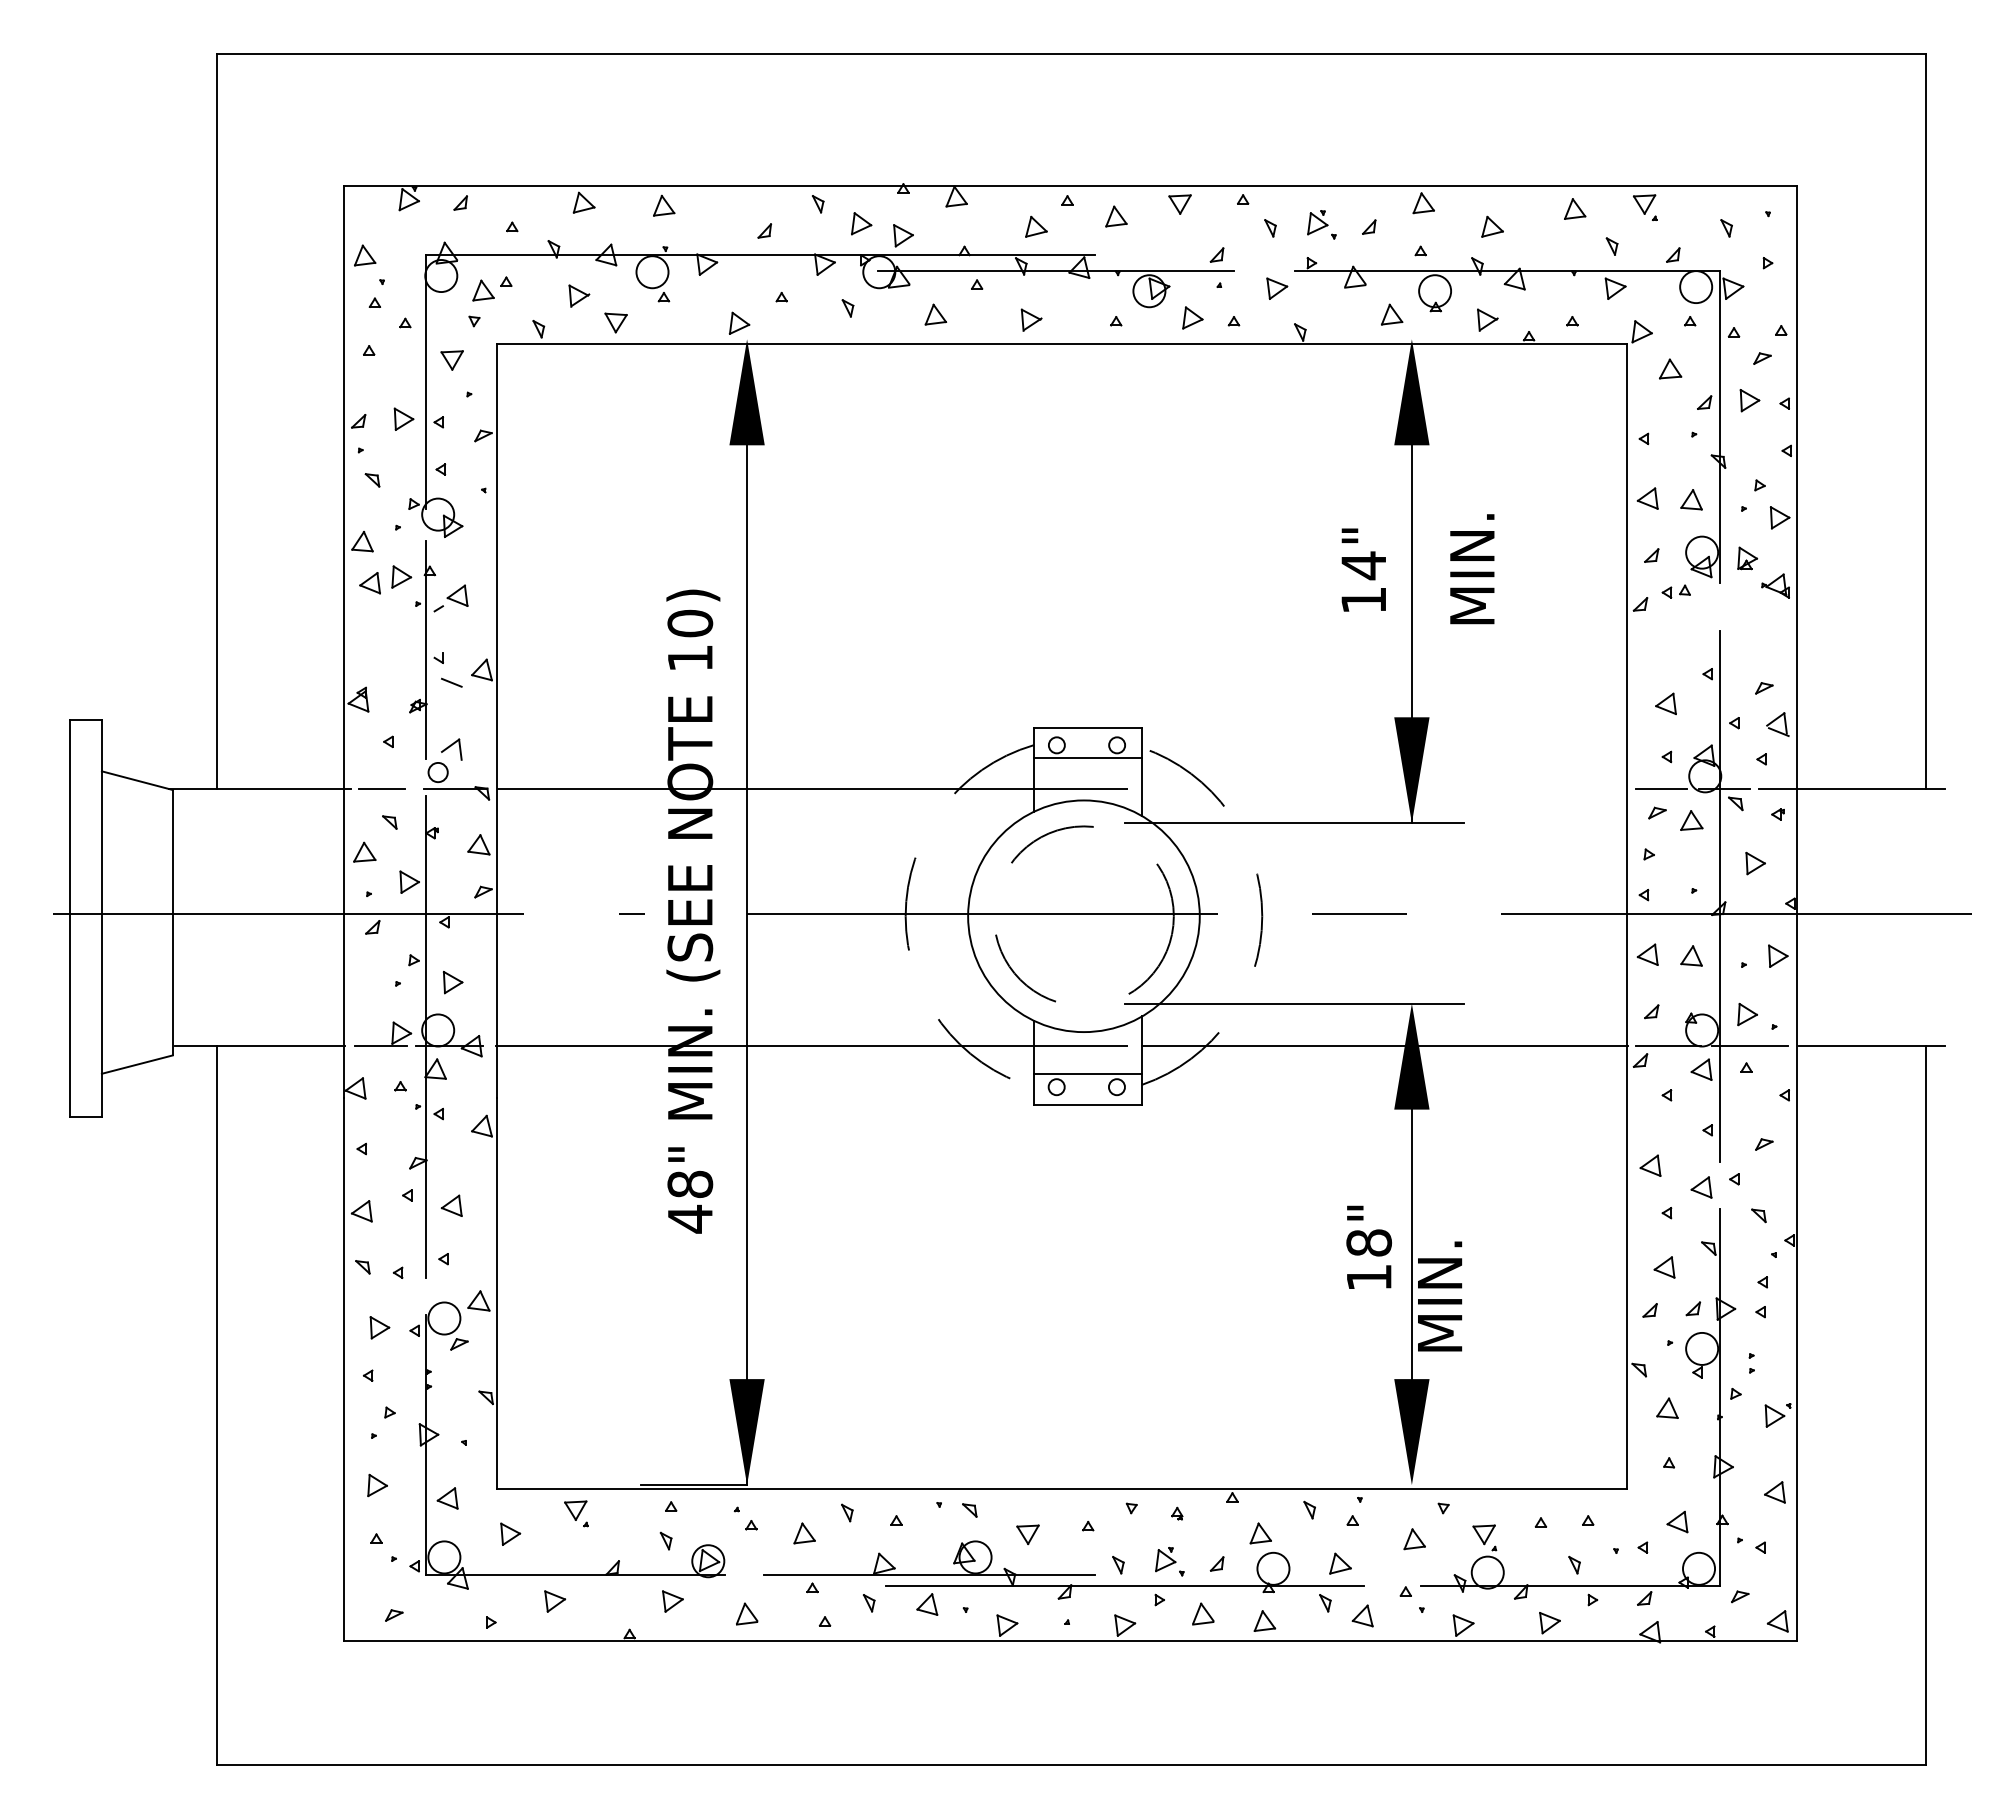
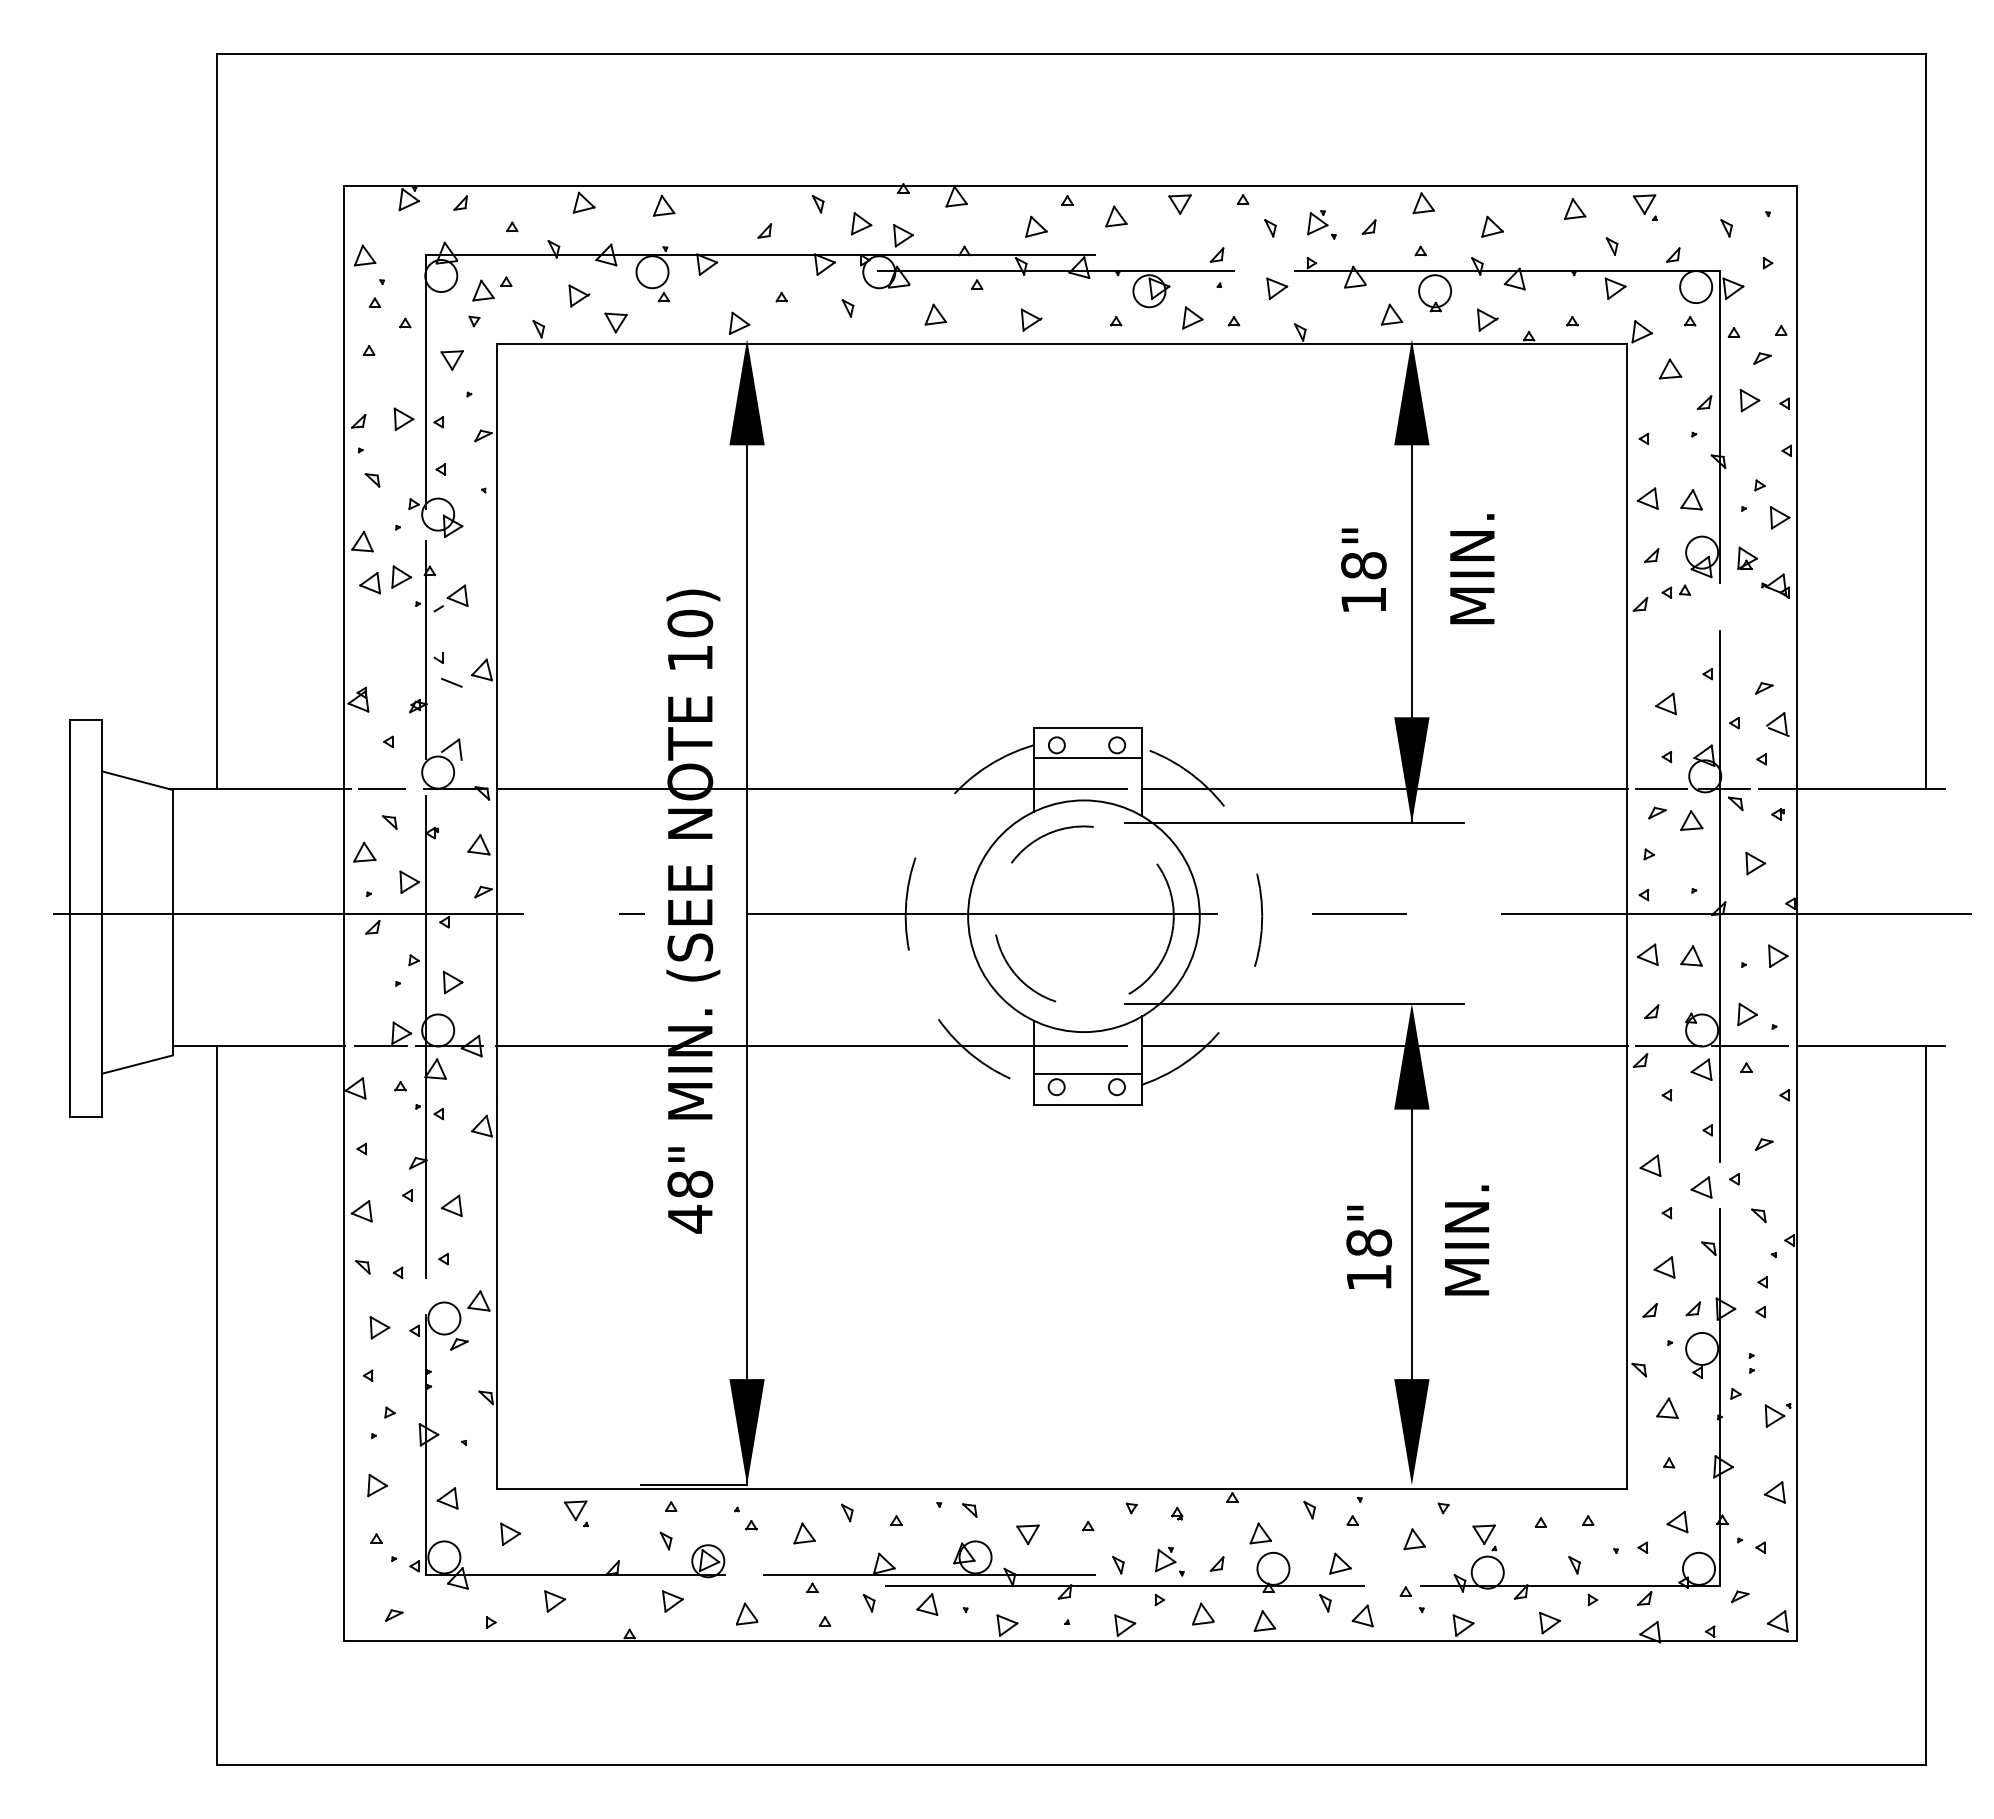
text at (1363, 565): 14" -> 18"
circle at (437, 772) diameter: 19 px -> 32 px
line at (1385, 789): none -> present
text at (1440, 1296) position: (1440, 1296) -> (1467, 1240)
